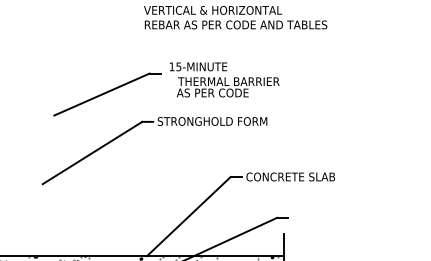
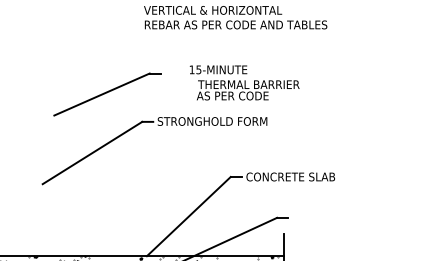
text at (224, 79) position: (224, 79) -> (244, 82)
